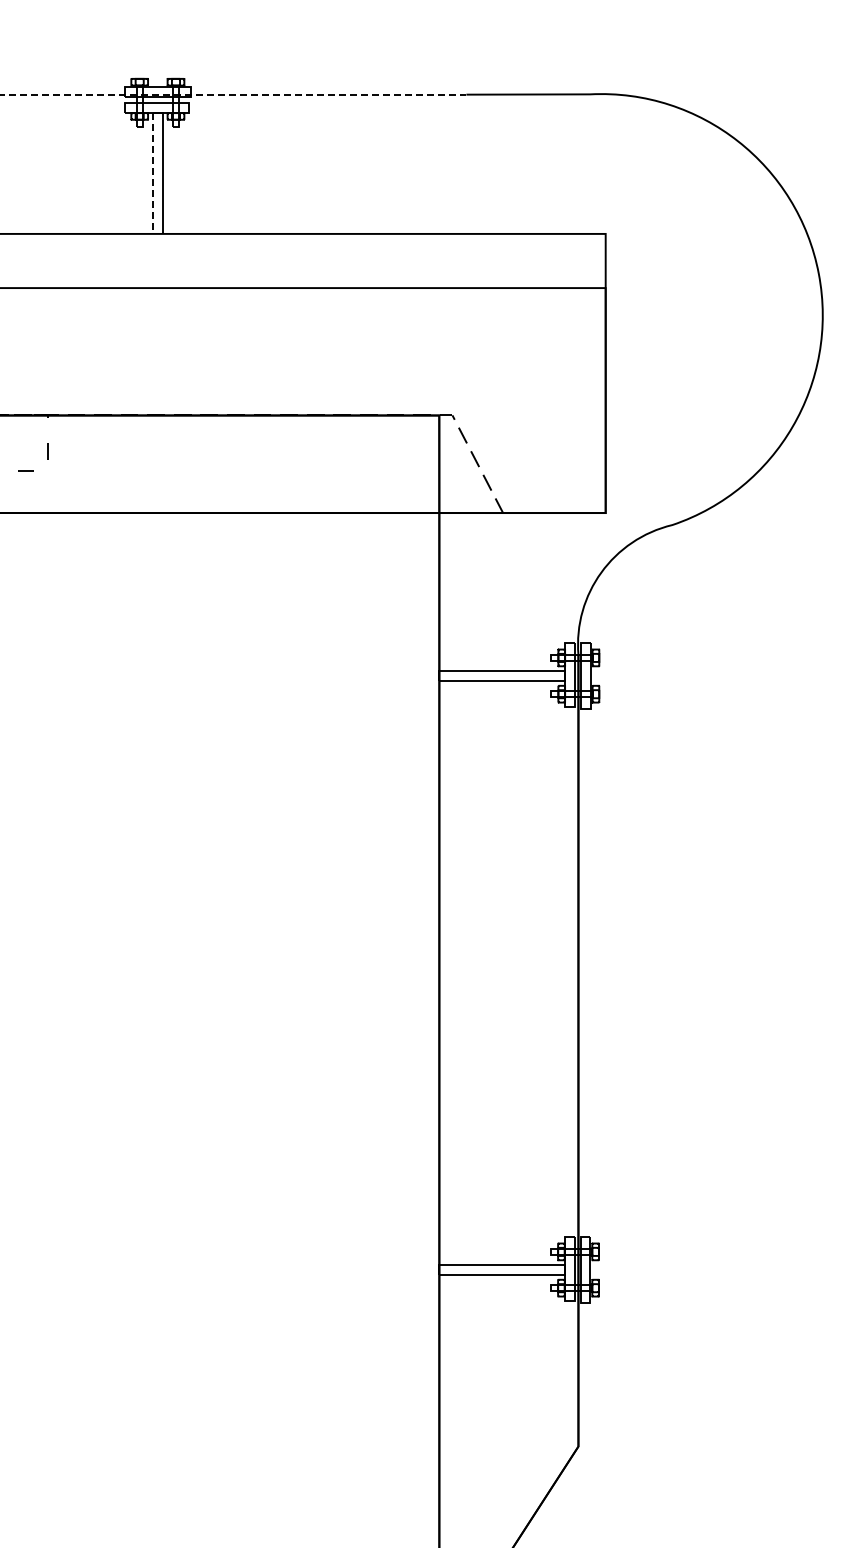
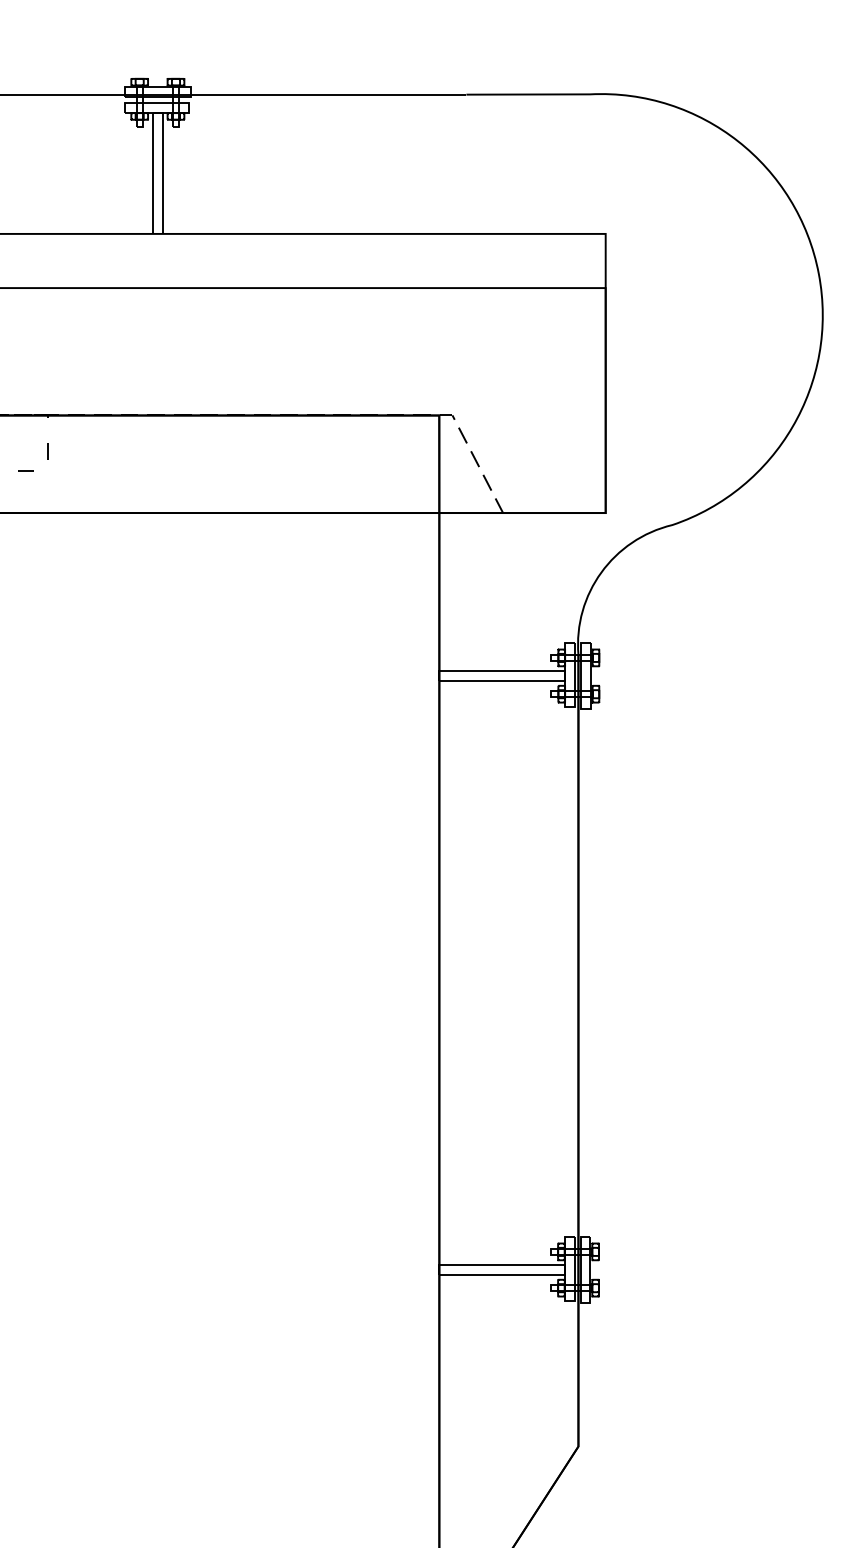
line at (233, 94): dashed -> solid
line at (153, 174): dashed -> solid
